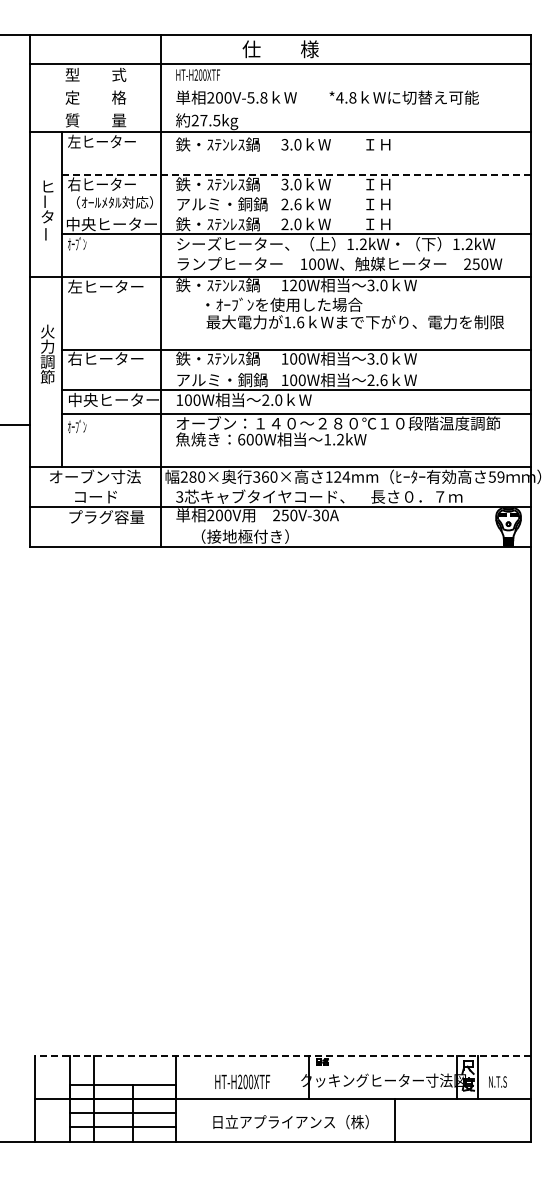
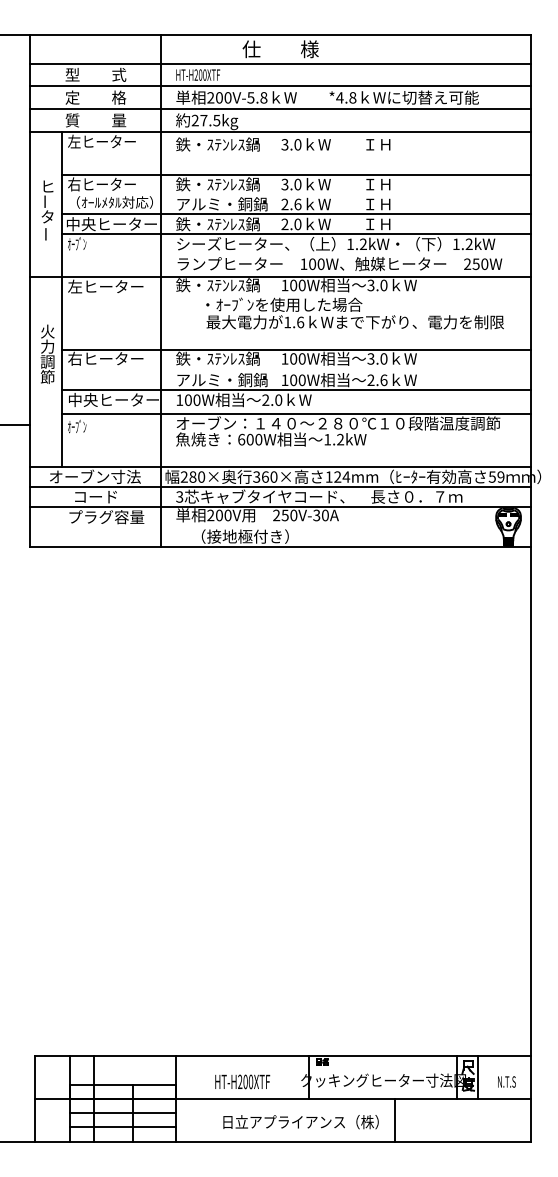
line at (280, 86): none -> present
line at (280, 109): none -> present
line at (296, 174): dashed -> solid
line at (296, 214): none -> present
text at (293, 285): 120W -> 100W
line at (280, 487): none -> present
line at (282, 1056): dashed -> solid
text at (497, 1081) position: (497, 1081) -> (506, 1081)
text at (290, 1122) position: (290, 1122) -> (300, 1122)
